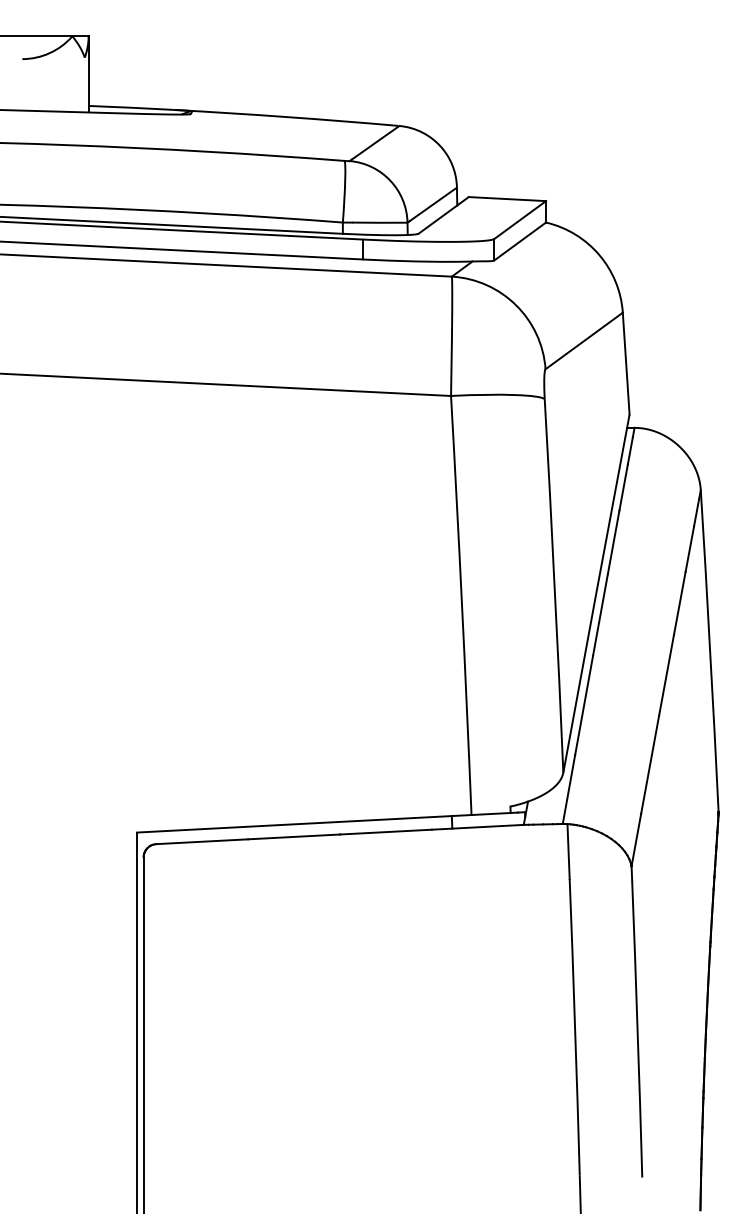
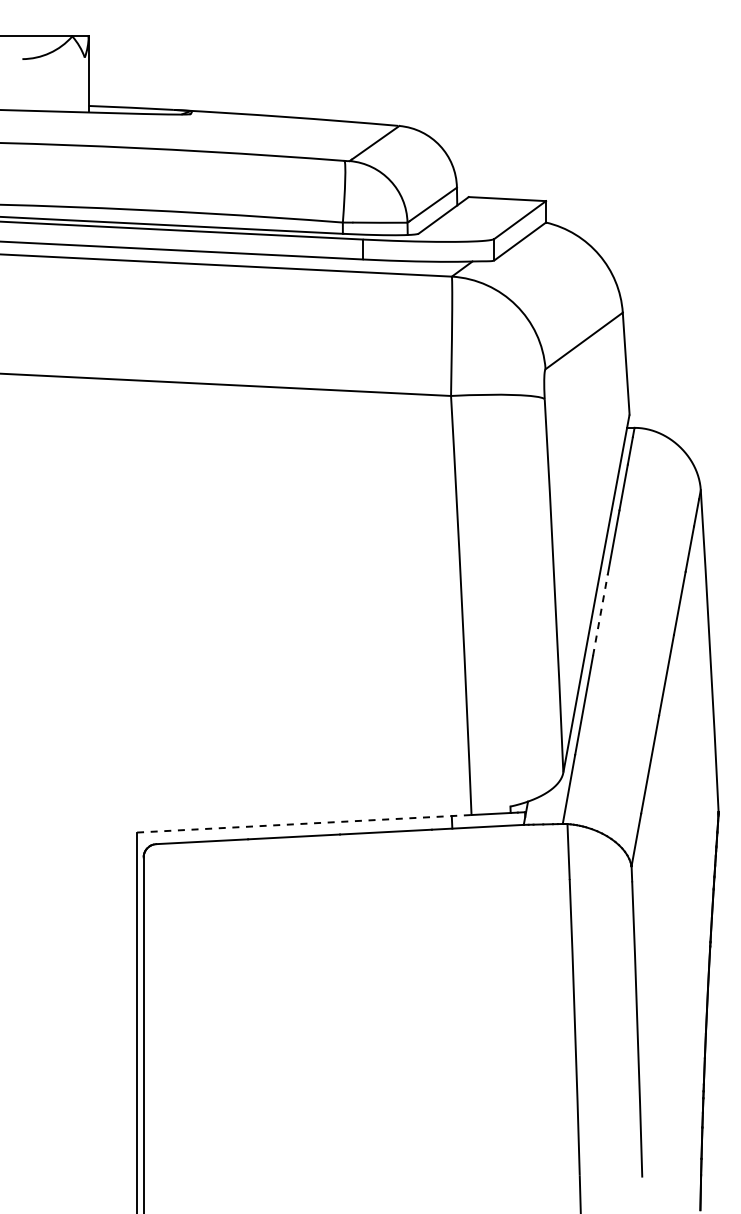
line at (600, 614): solid -> dashed
line at (304, 823): solid -> dashed
